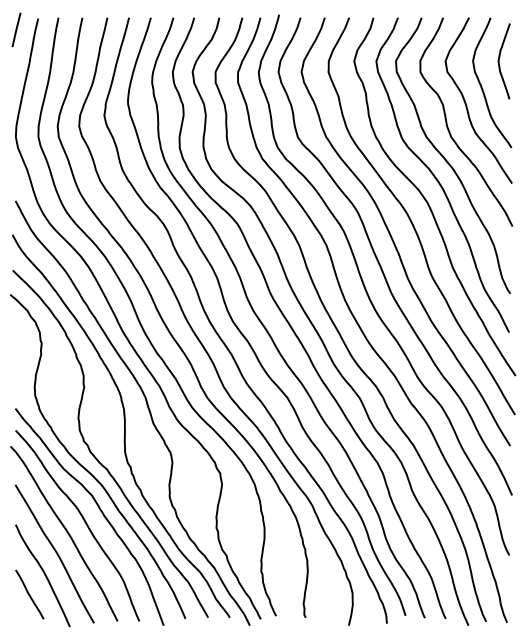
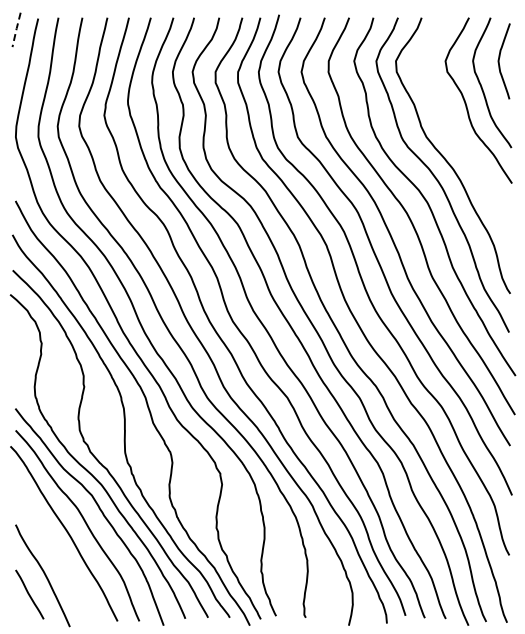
line at (16, 29): solid -> dashed
curve at (448, 126): present -> none
curve at (55, 552): present -> none
